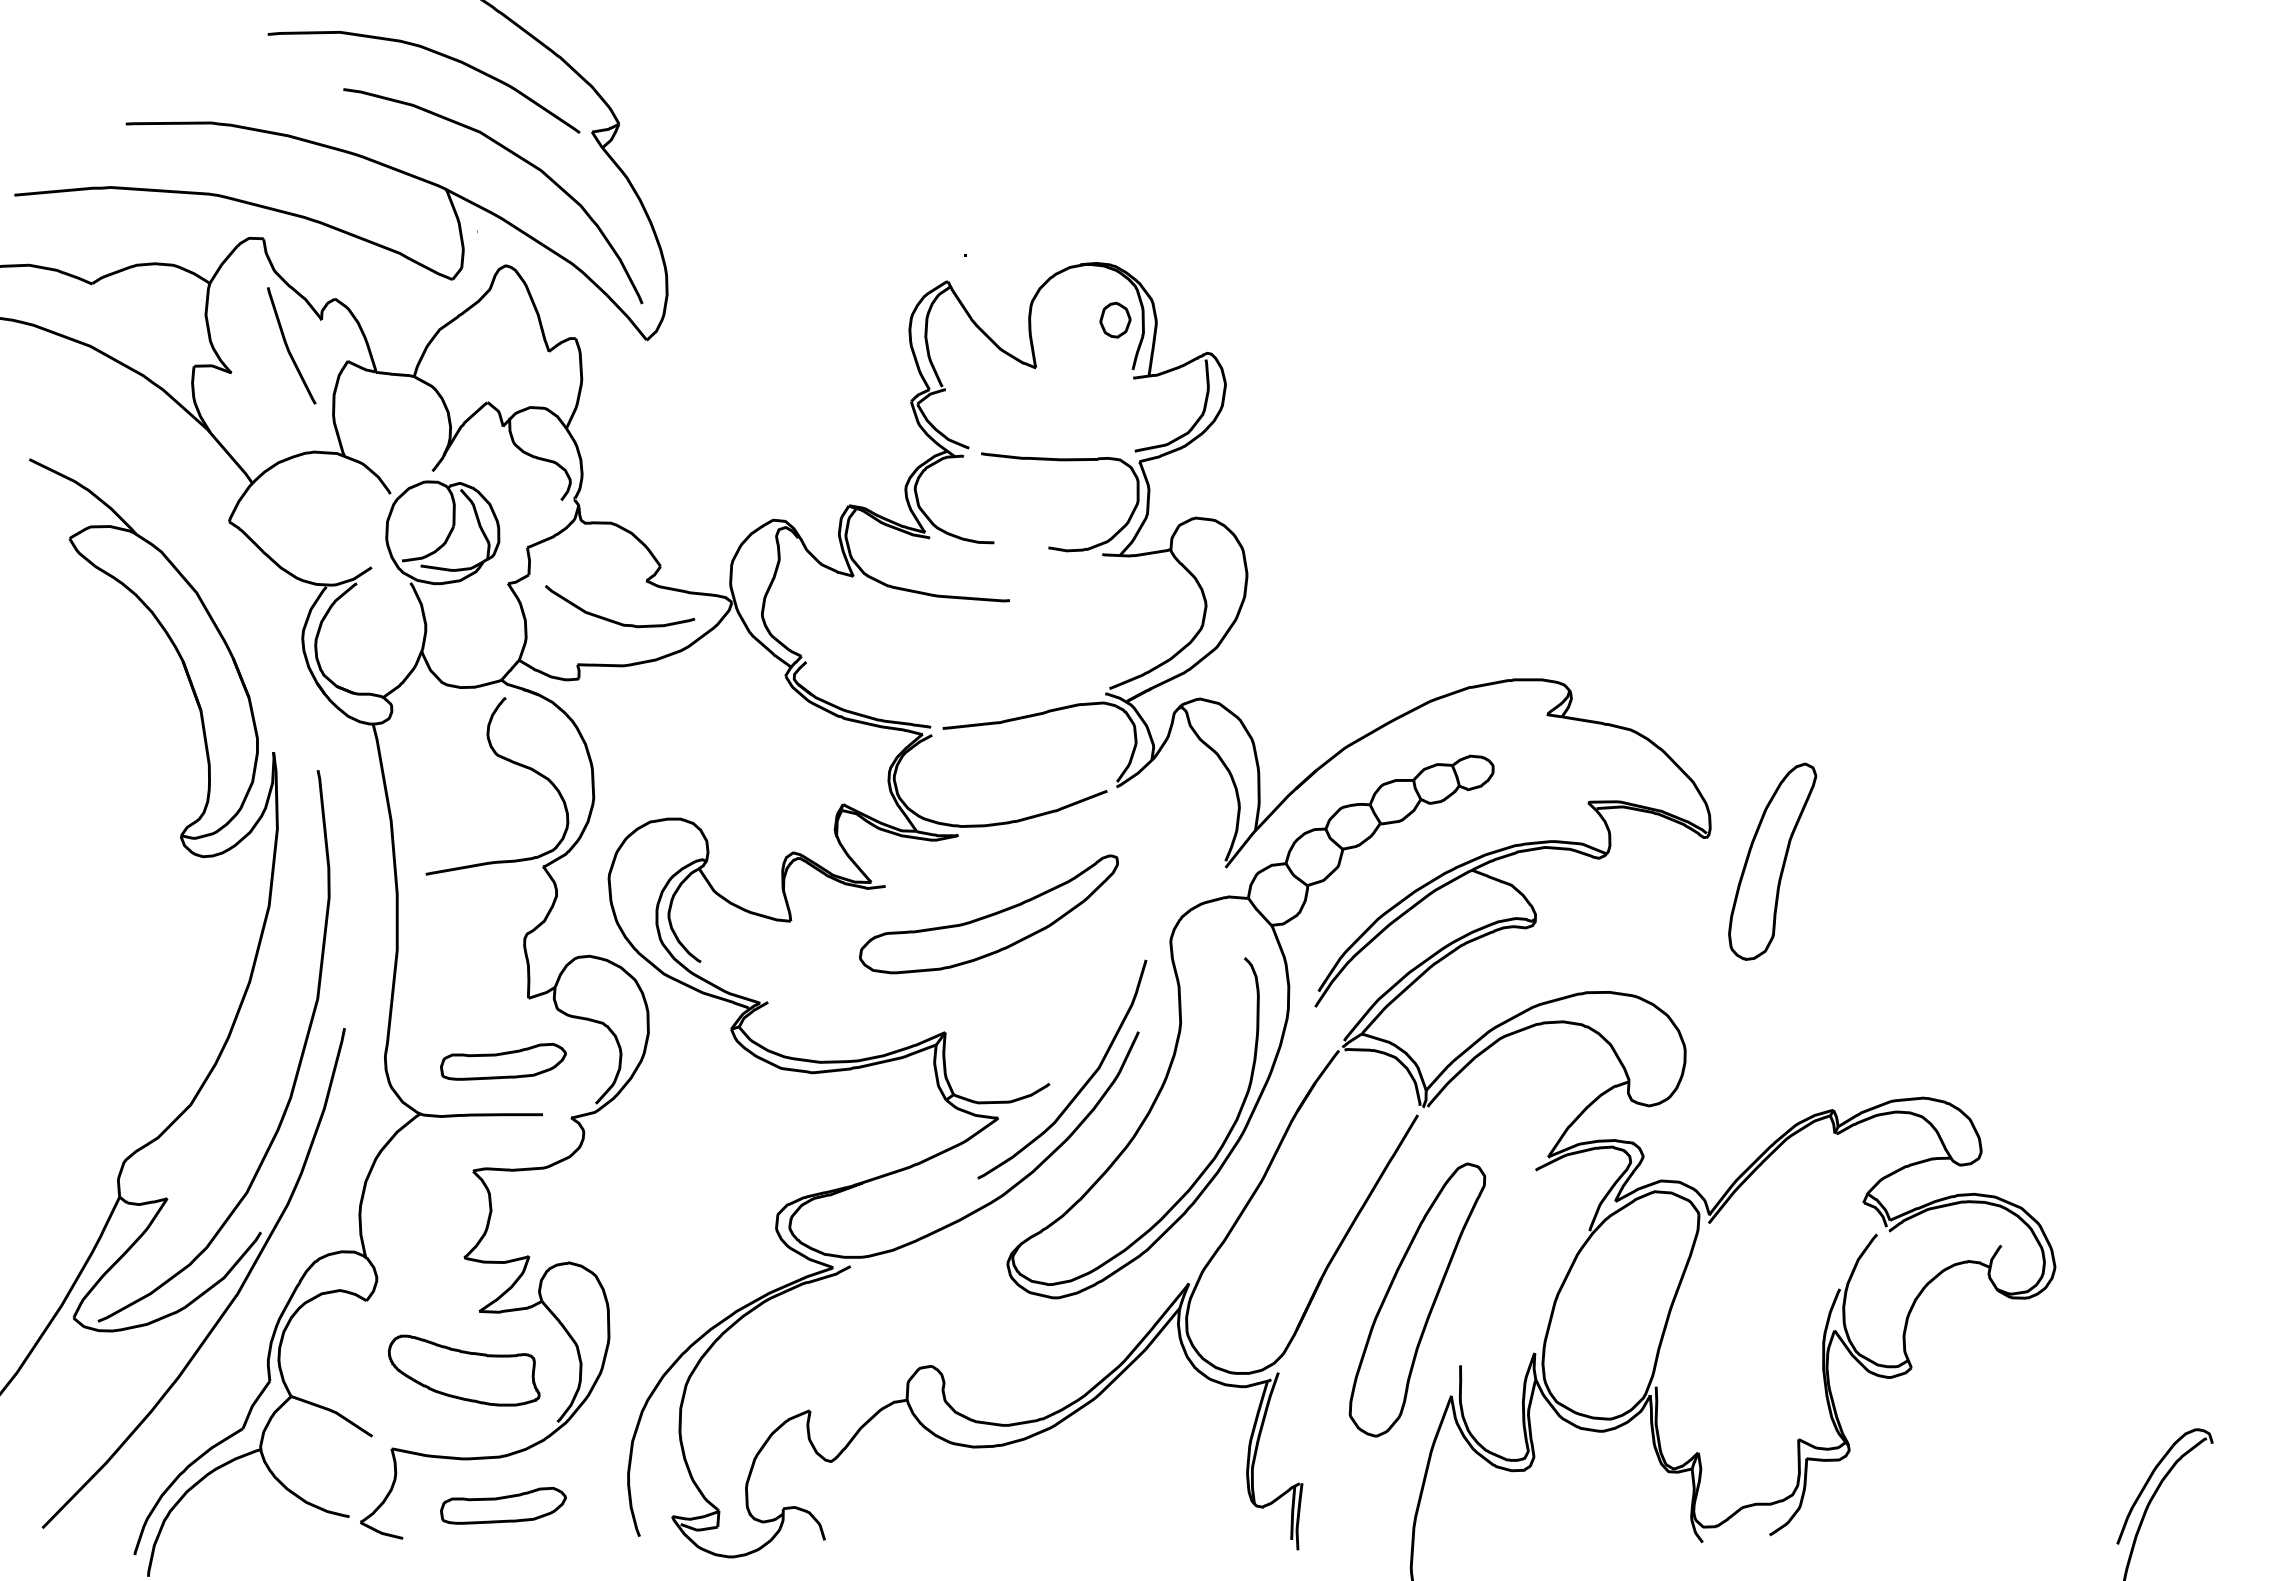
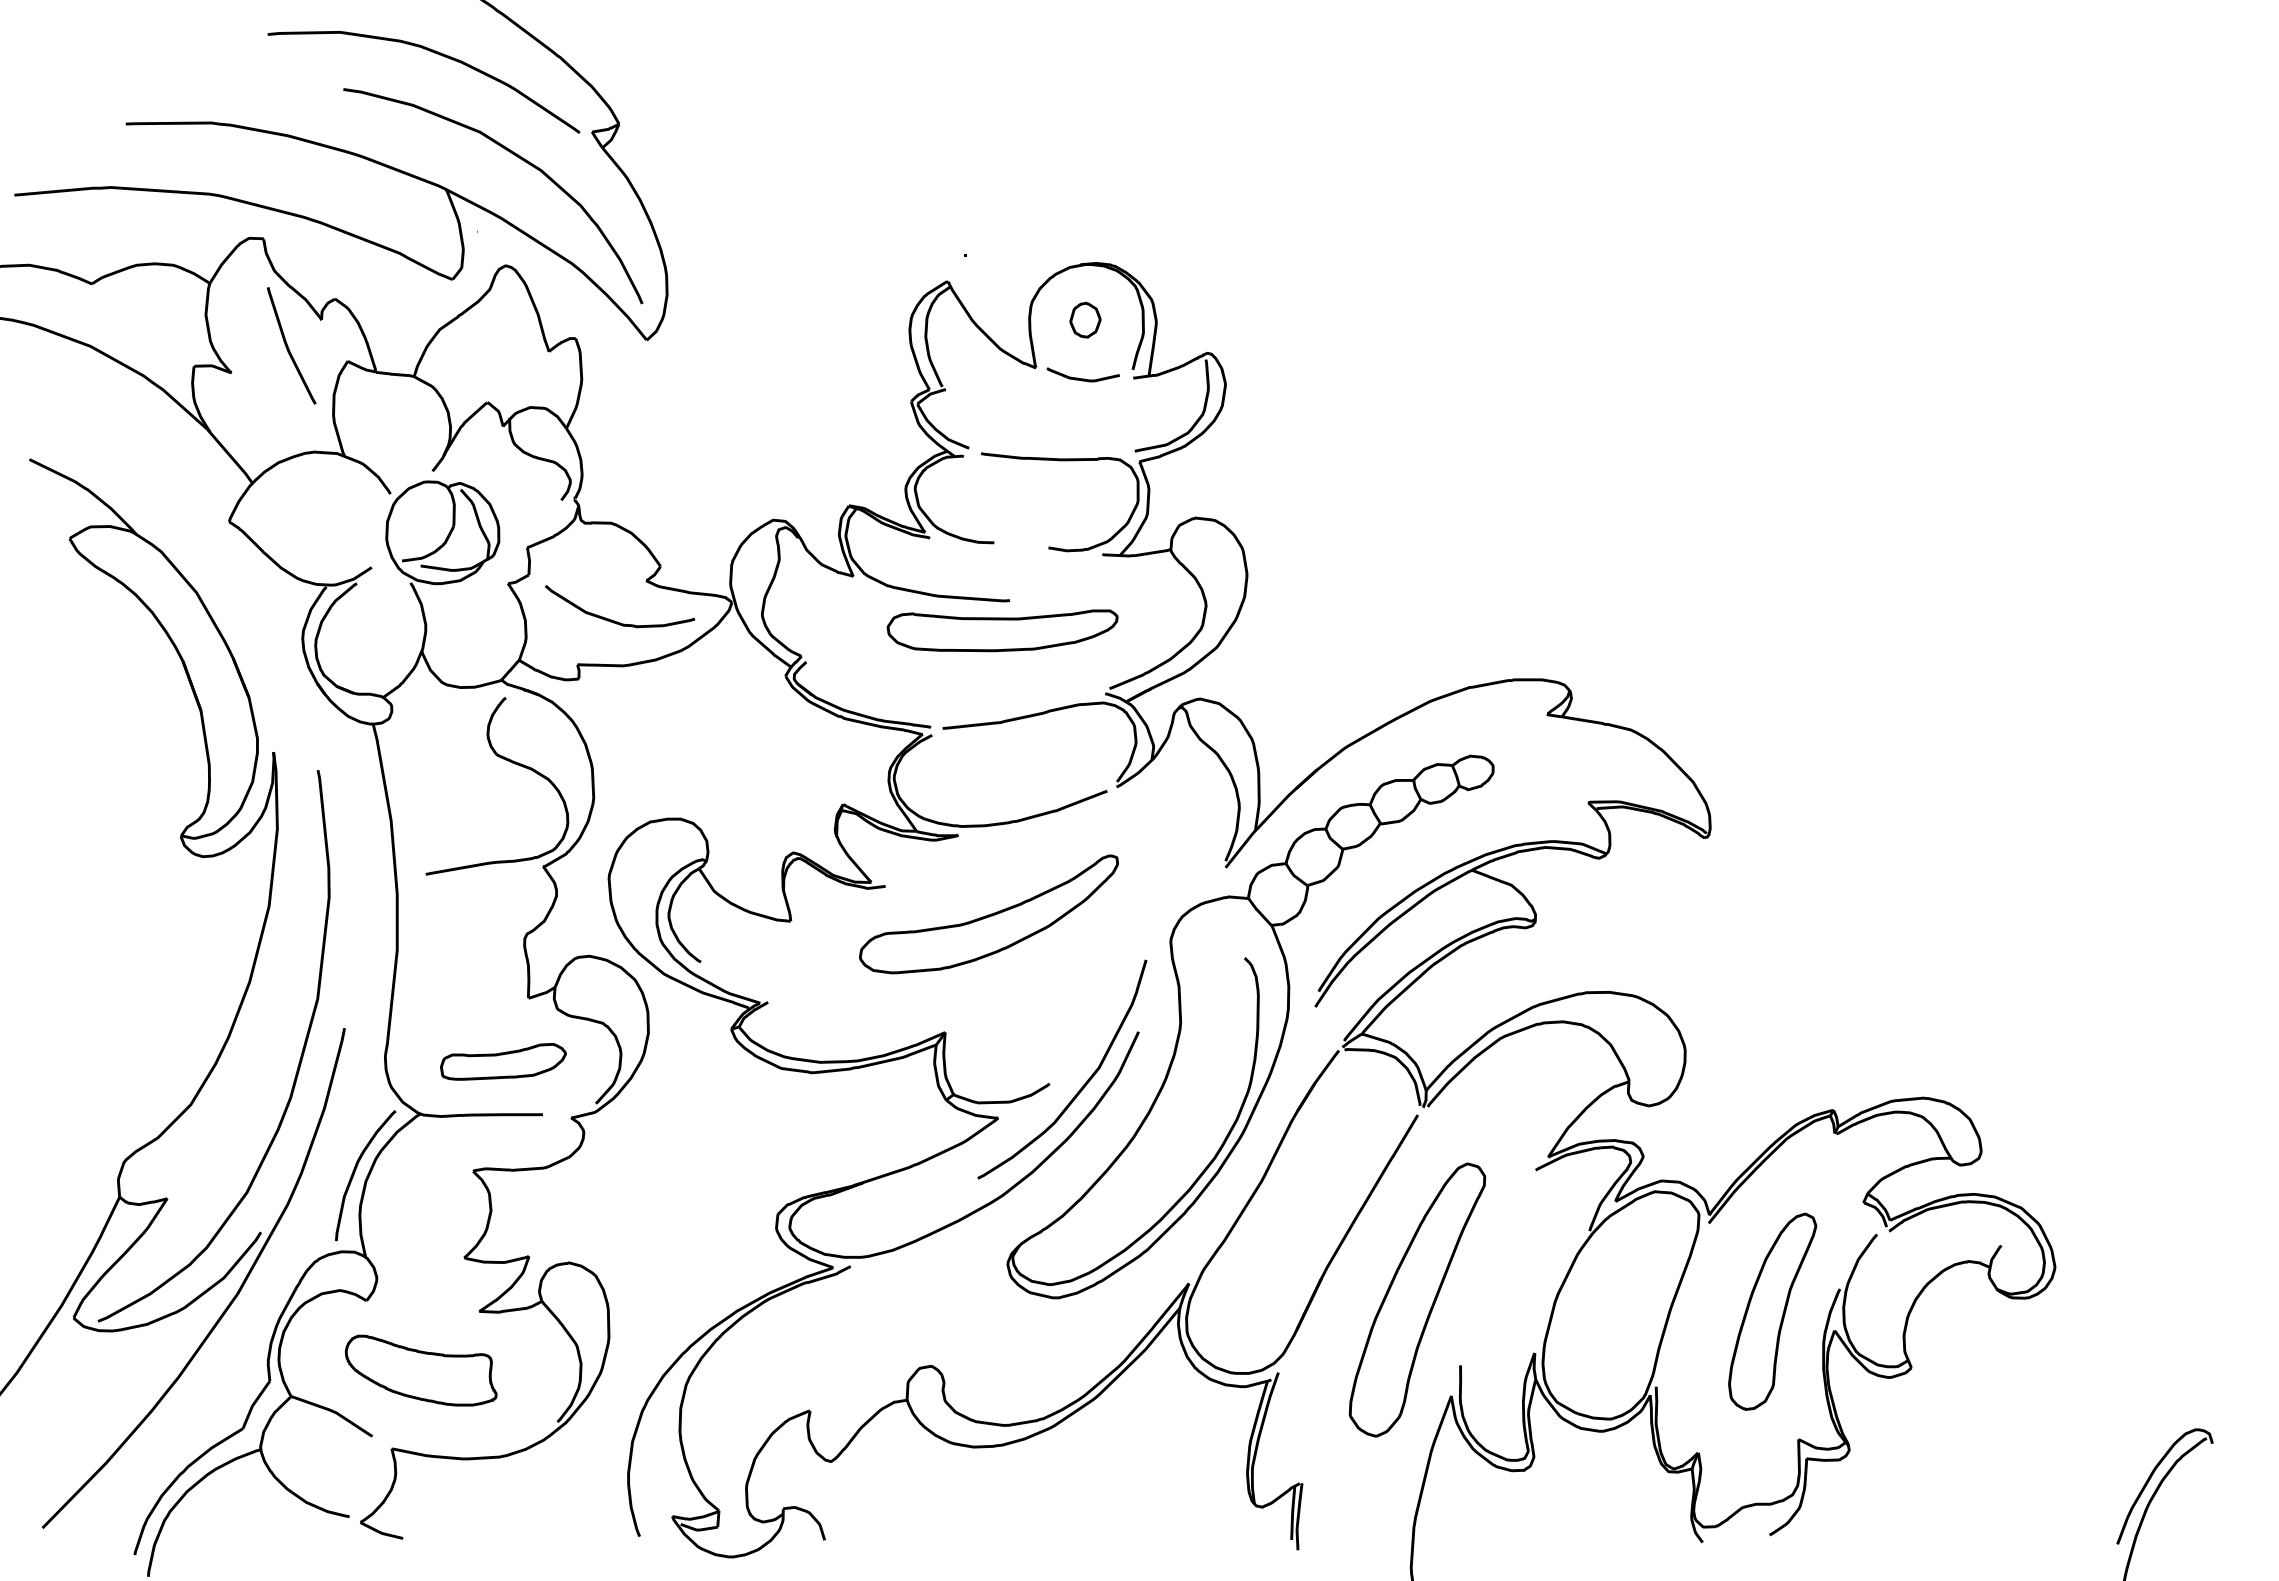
part at (1115, 319) position: (1115, 319) -> (1085, 319)
curve at (1082, 378): none -> present
part at (1002, 630): none -> present
part at (1772, 861) position: (1772, 861) -> (1772, 1311)
curve at (355, 1172): none -> present
part at (463, 1370) position: (463, 1370) -> (420, 1370)
part at (503, 1505): present -> none
